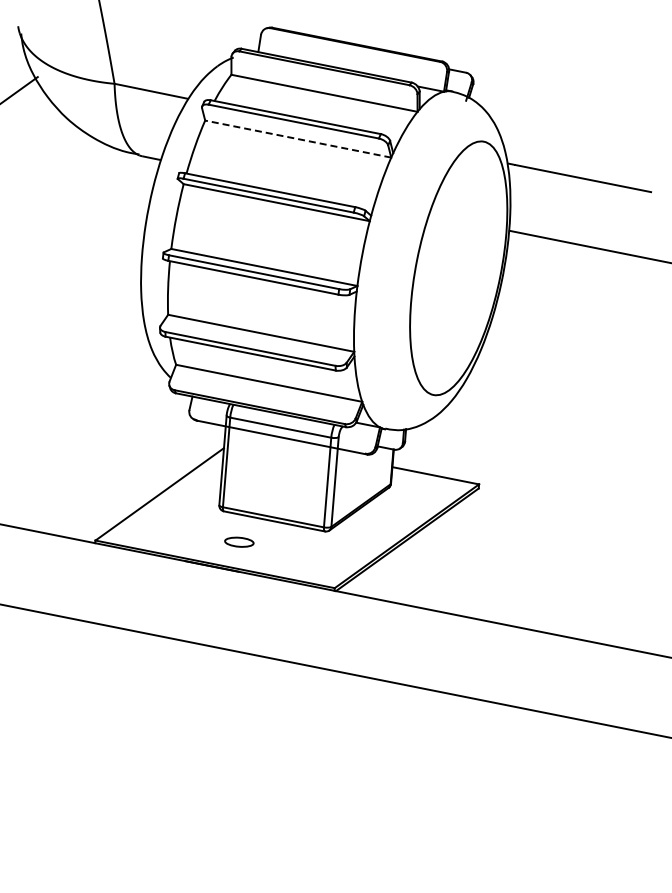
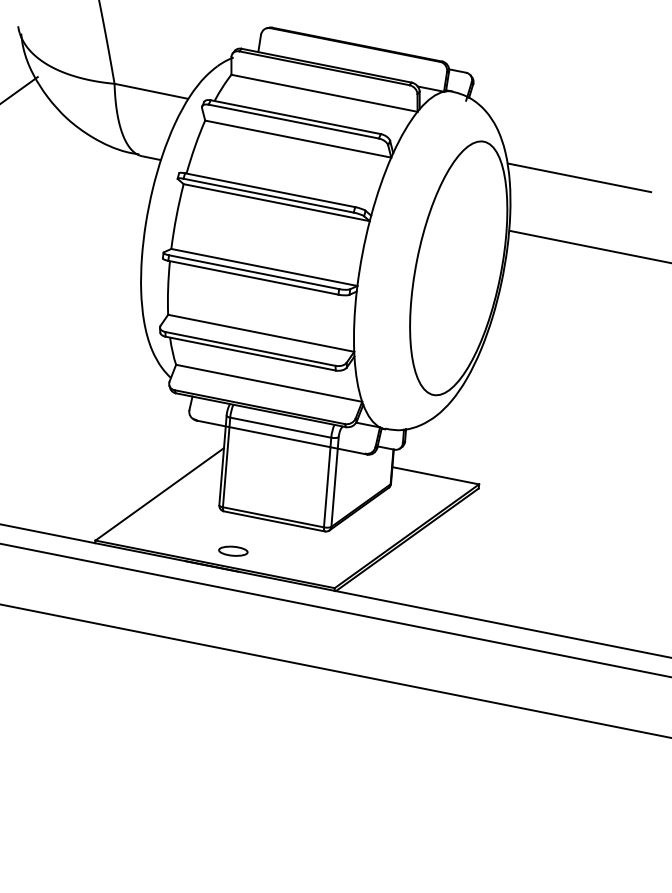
line at (298, 139): dashed -> solid
part at (239, 541) position: (239, 541) -> (233, 550)
line at (335, 610): none -> present
